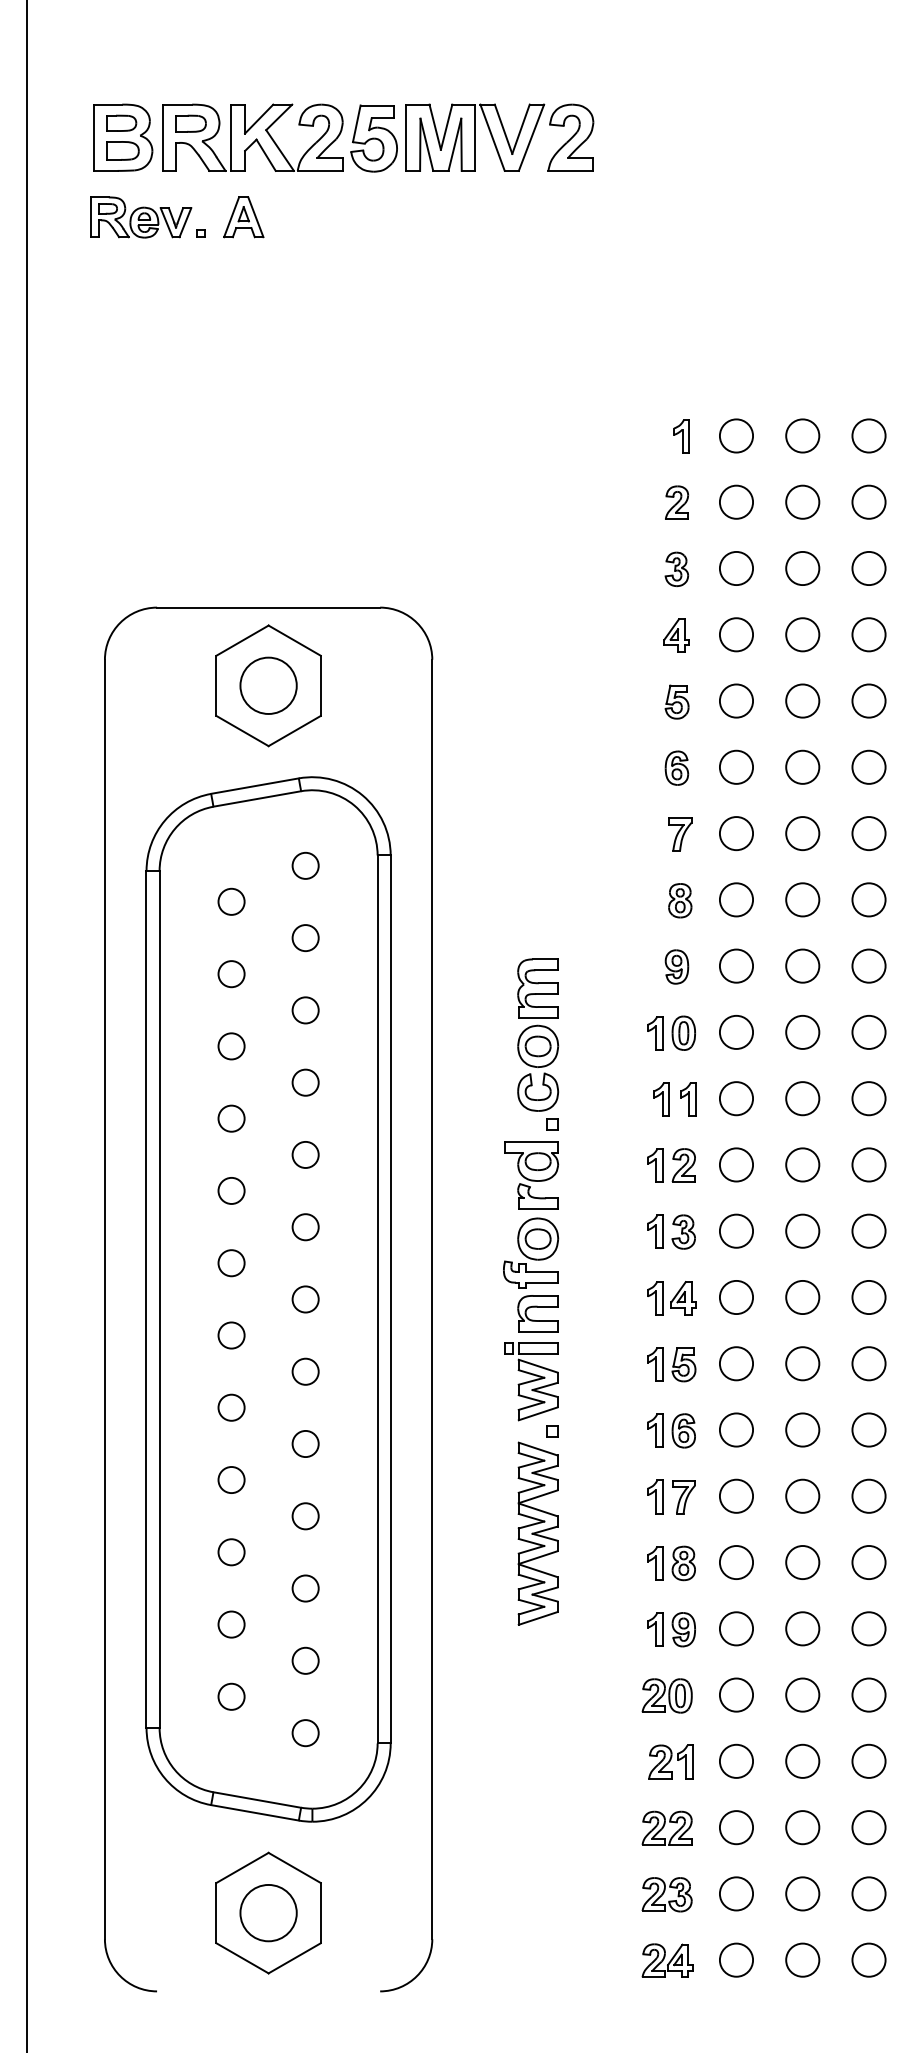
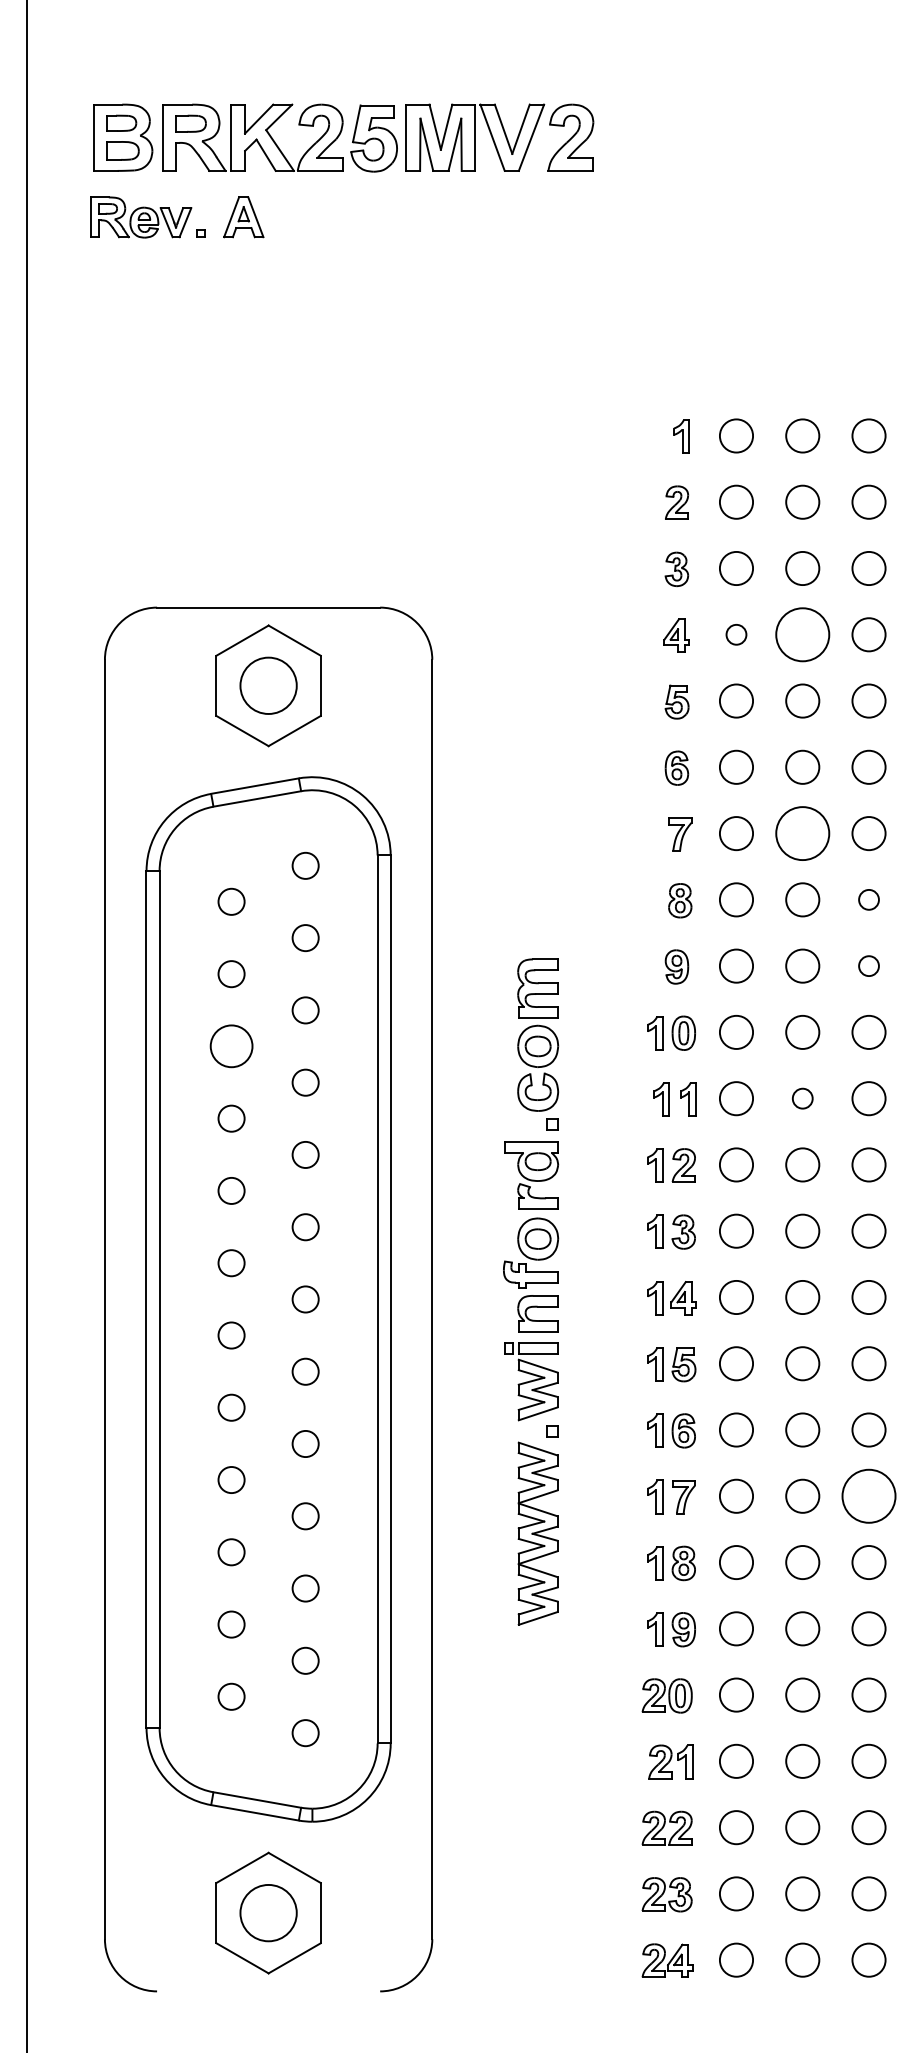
circle at (736, 634) diameter: 33 px -> 20 px
circle at (802, 634) diameter: 33 px -> 53 px
circle at (802, 833) diameter: 33 px -> 53 px
circle at (868, 899) diameter: 33 px -> 20 px
circle at (868, 965) diameter: 33 px -> 20 px
circle at (231, 1046) size: 29x29 px -> 45x45 px
circle at (802, 1098) diameter: 33 px -> 20 px
circle at (868, 1495) diameter: 33 px -> 53 px
